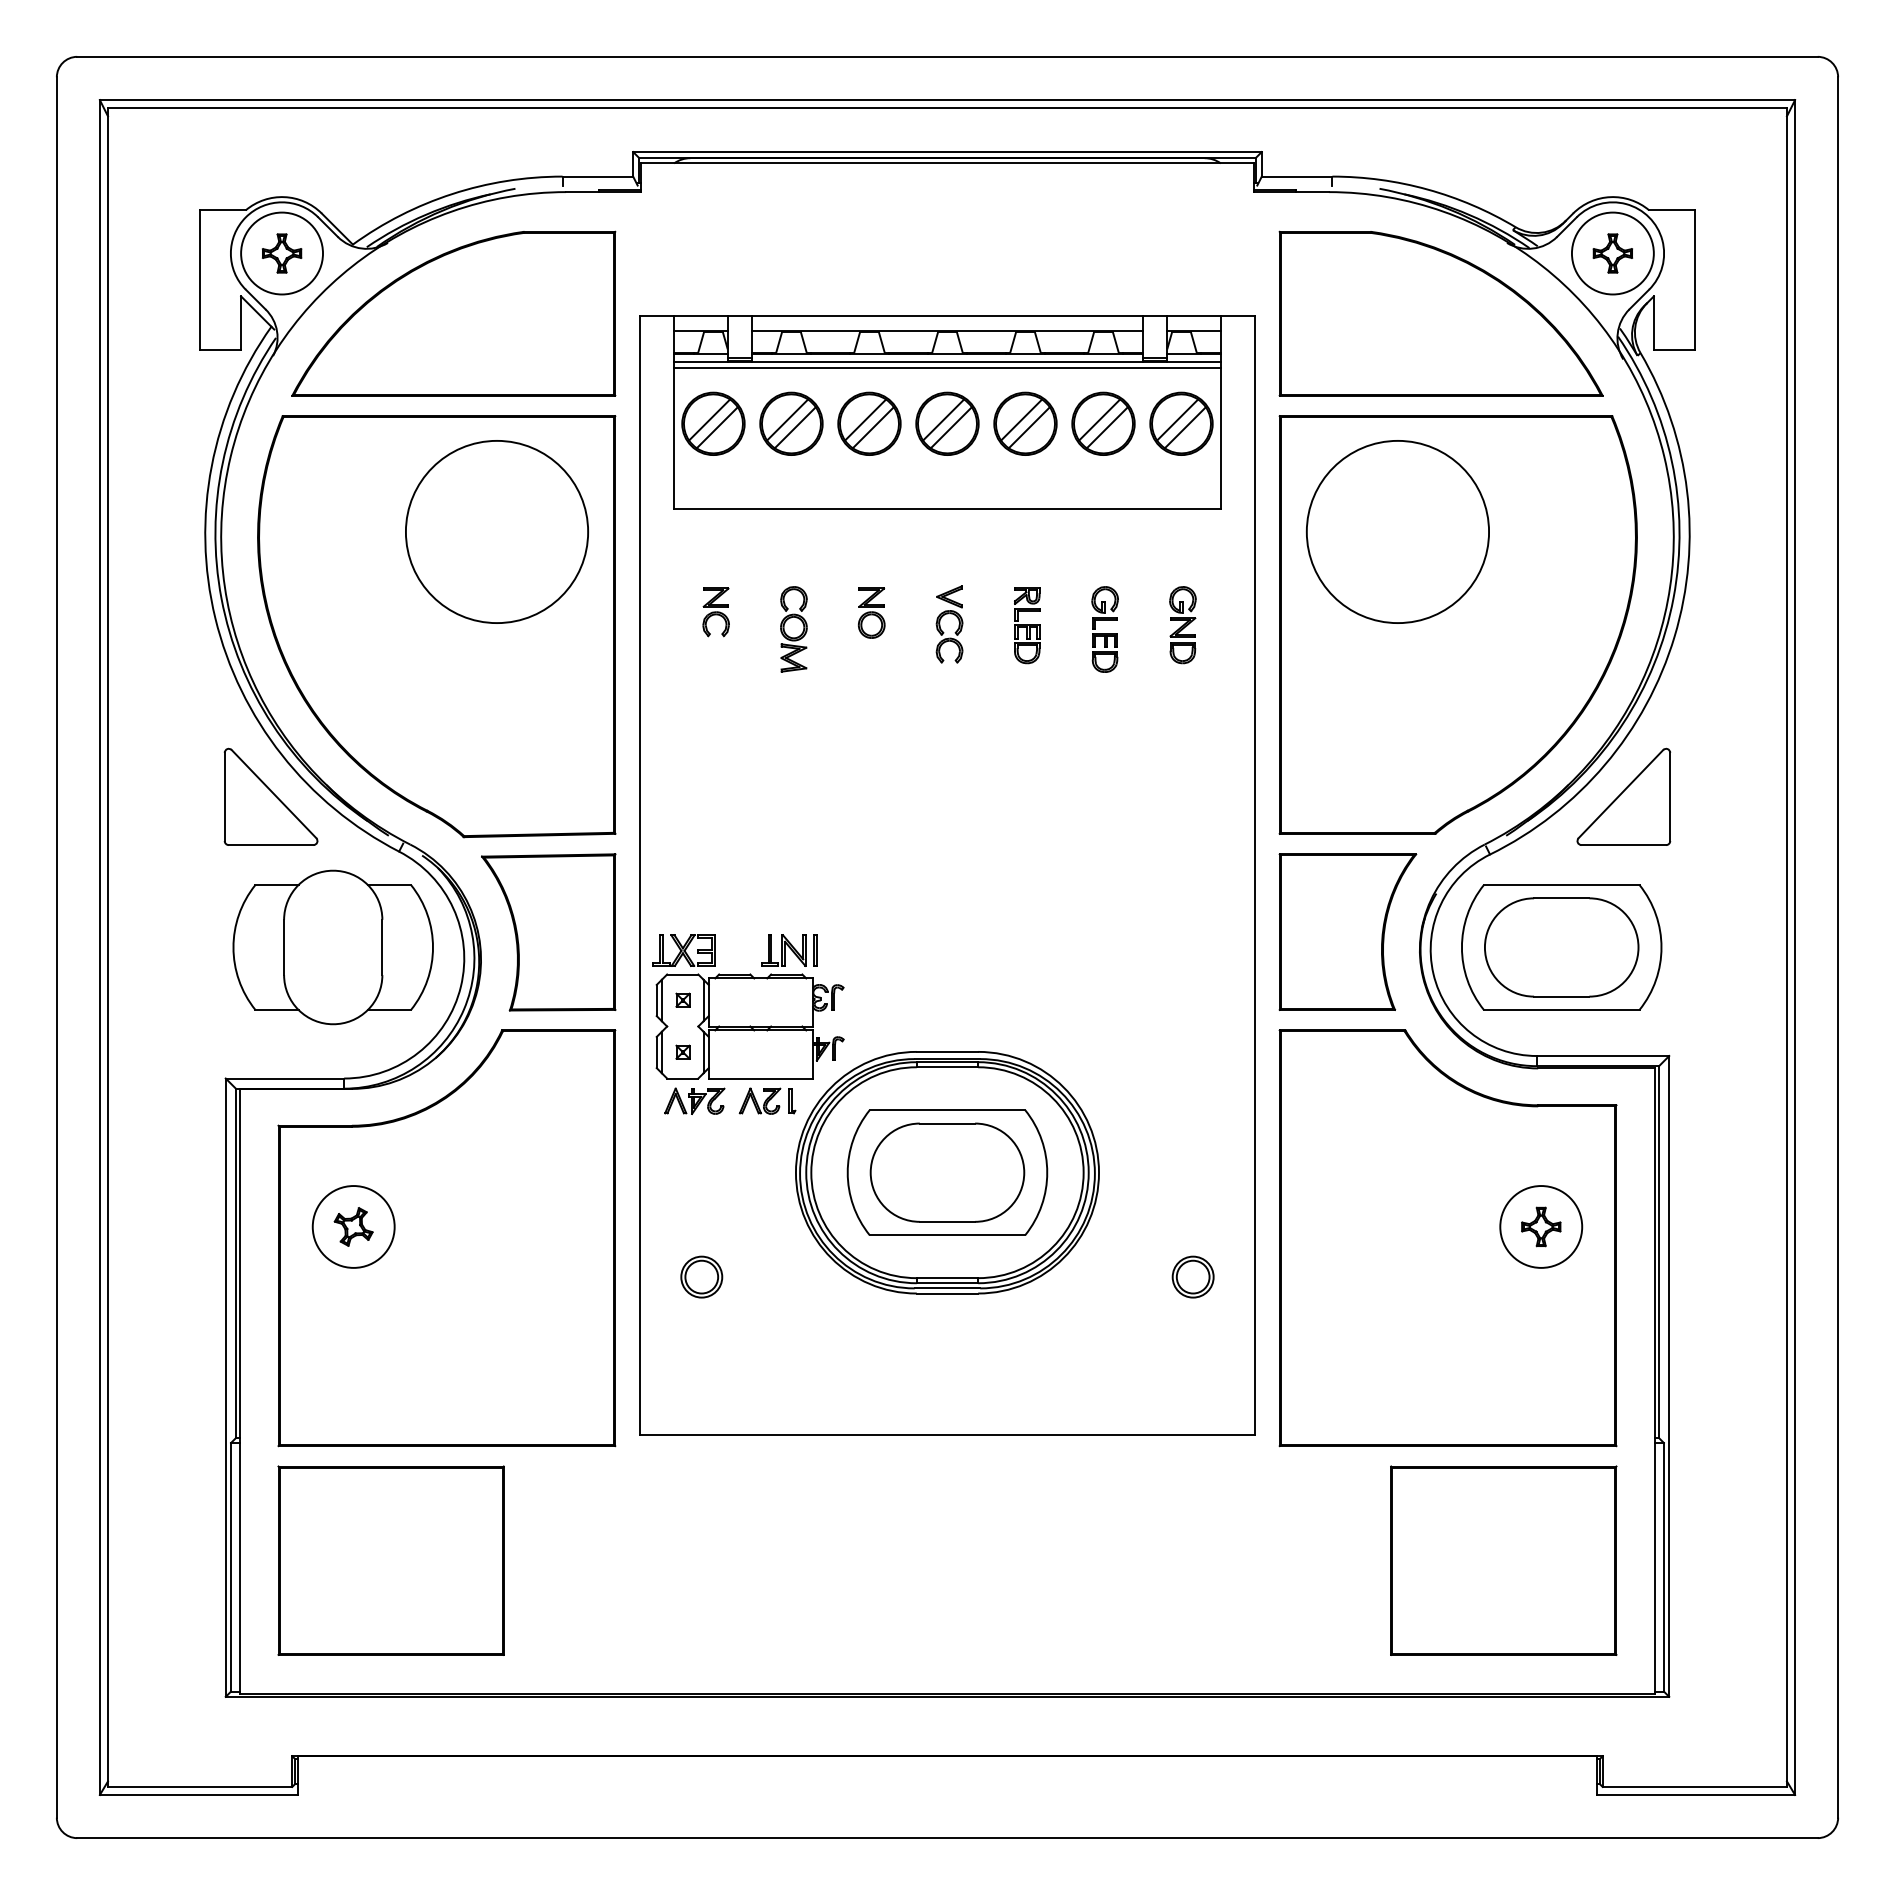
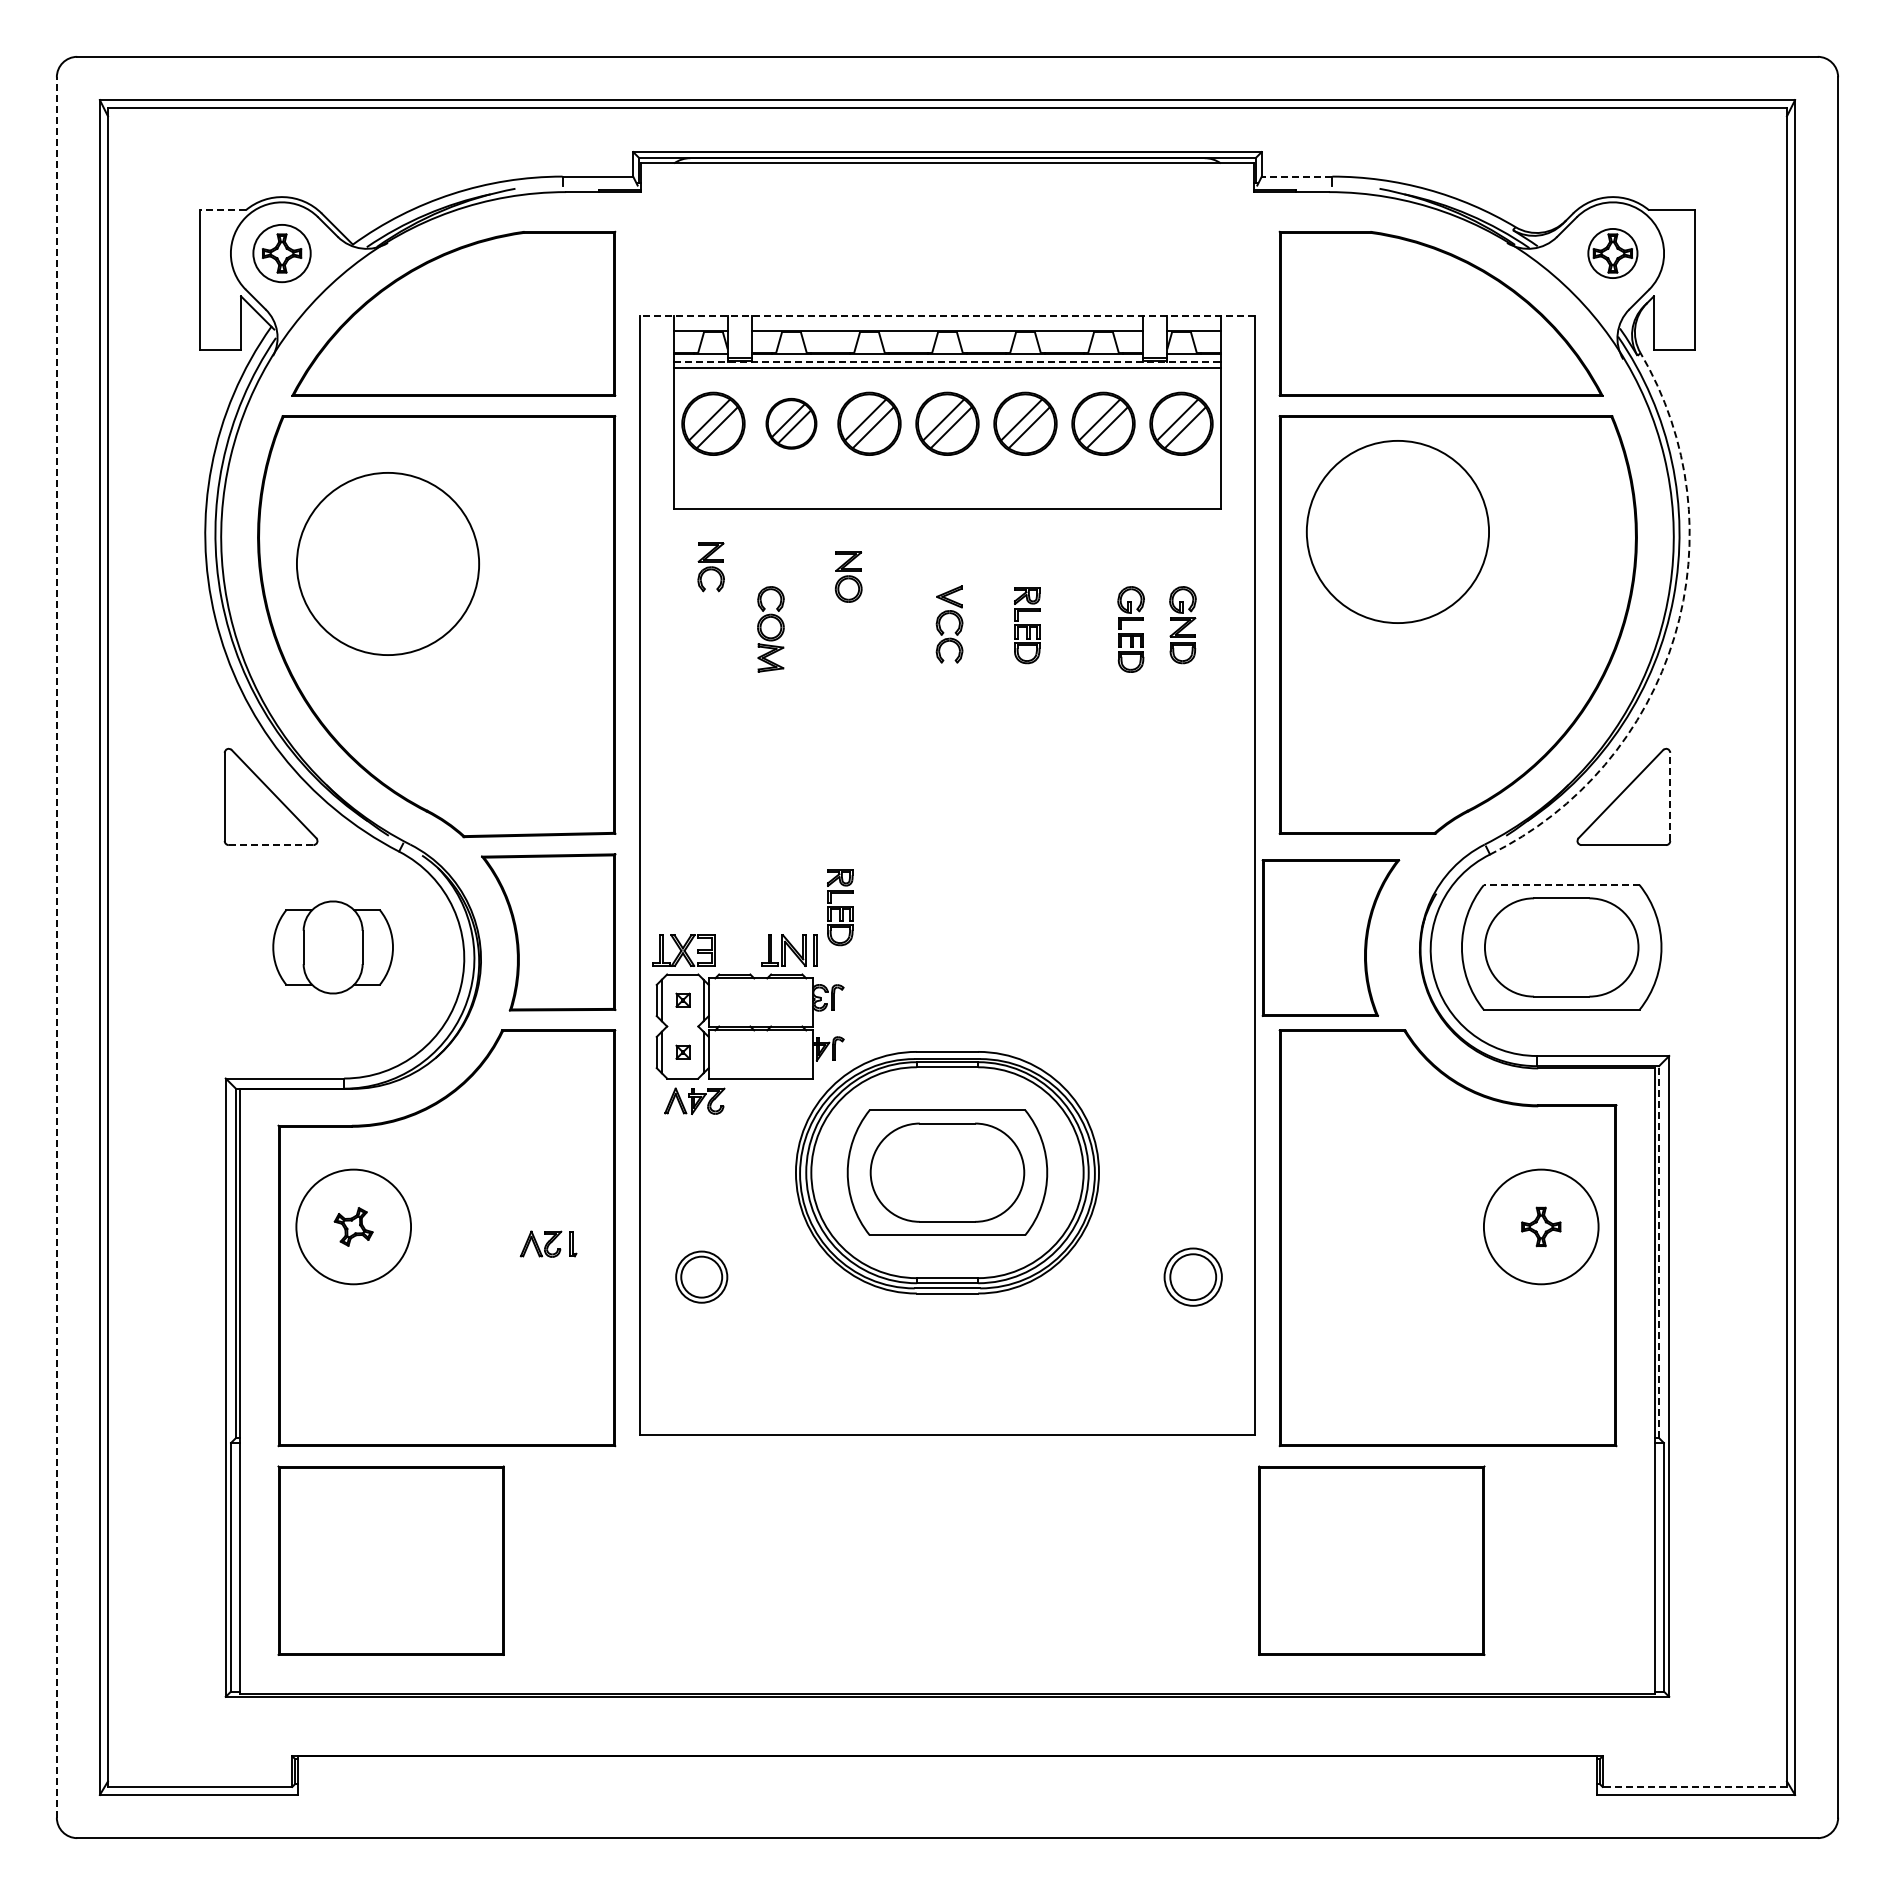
line at (1296, 176): solid -> dashed
line at (222, 210): solid -> dashed
circle at (282, 253) diameter: 82 px -> 57 px
circle at (1612, 253) diameter: 82 px -> 49 px
line at (947, 315): solid -> dashed
line at (947, 361): solid -> dashed
part at (791, 423) size: 65x65 px -> 53x52 px
circle at (496, 531) position: (496, 531) -> (387, 563)
part at (715, 612) position: (715, 612) -> (710, 567)
part at (871, 612) position: (871, 612) -> (848, 576)
part at (793, 629) position: (793, 629) -> (770, 629)
part at (1104, 629) position: (1104, 629) -> (1130, 629)
arc at (1674, 636): solid -> dashed
line at (1670, 796): solid -> dashed
line at (271, 845): solid -> dashed
line at (1561, 885): solid -> dashed
part at (840, 907): none -> present
part at (1347, 931) position: (1347, 931) -> (1330, 937)
line at (56, 947): solid -> dashed
part at (332, 947) size: 202x157 px -> 122x95 px
part at (767, 1100) position: (767, 1100) -> (548, 1243)
circle at (353, 1226) diameter: 82 px -> 115 px
circle at (1541, 1226) diameter: 82 px -> 115 px
line at (1659, 1252): solid -> dashed
part at (701, 1276) size: 44x44 px -> 54x54 px
part at (1192, 1276) size: 44x44 px -> 60x60 px
part at (1503, 1560) position: (1503, 1560) -> (1371, 1560)
line at (1694, 1786): solid -> dashed
